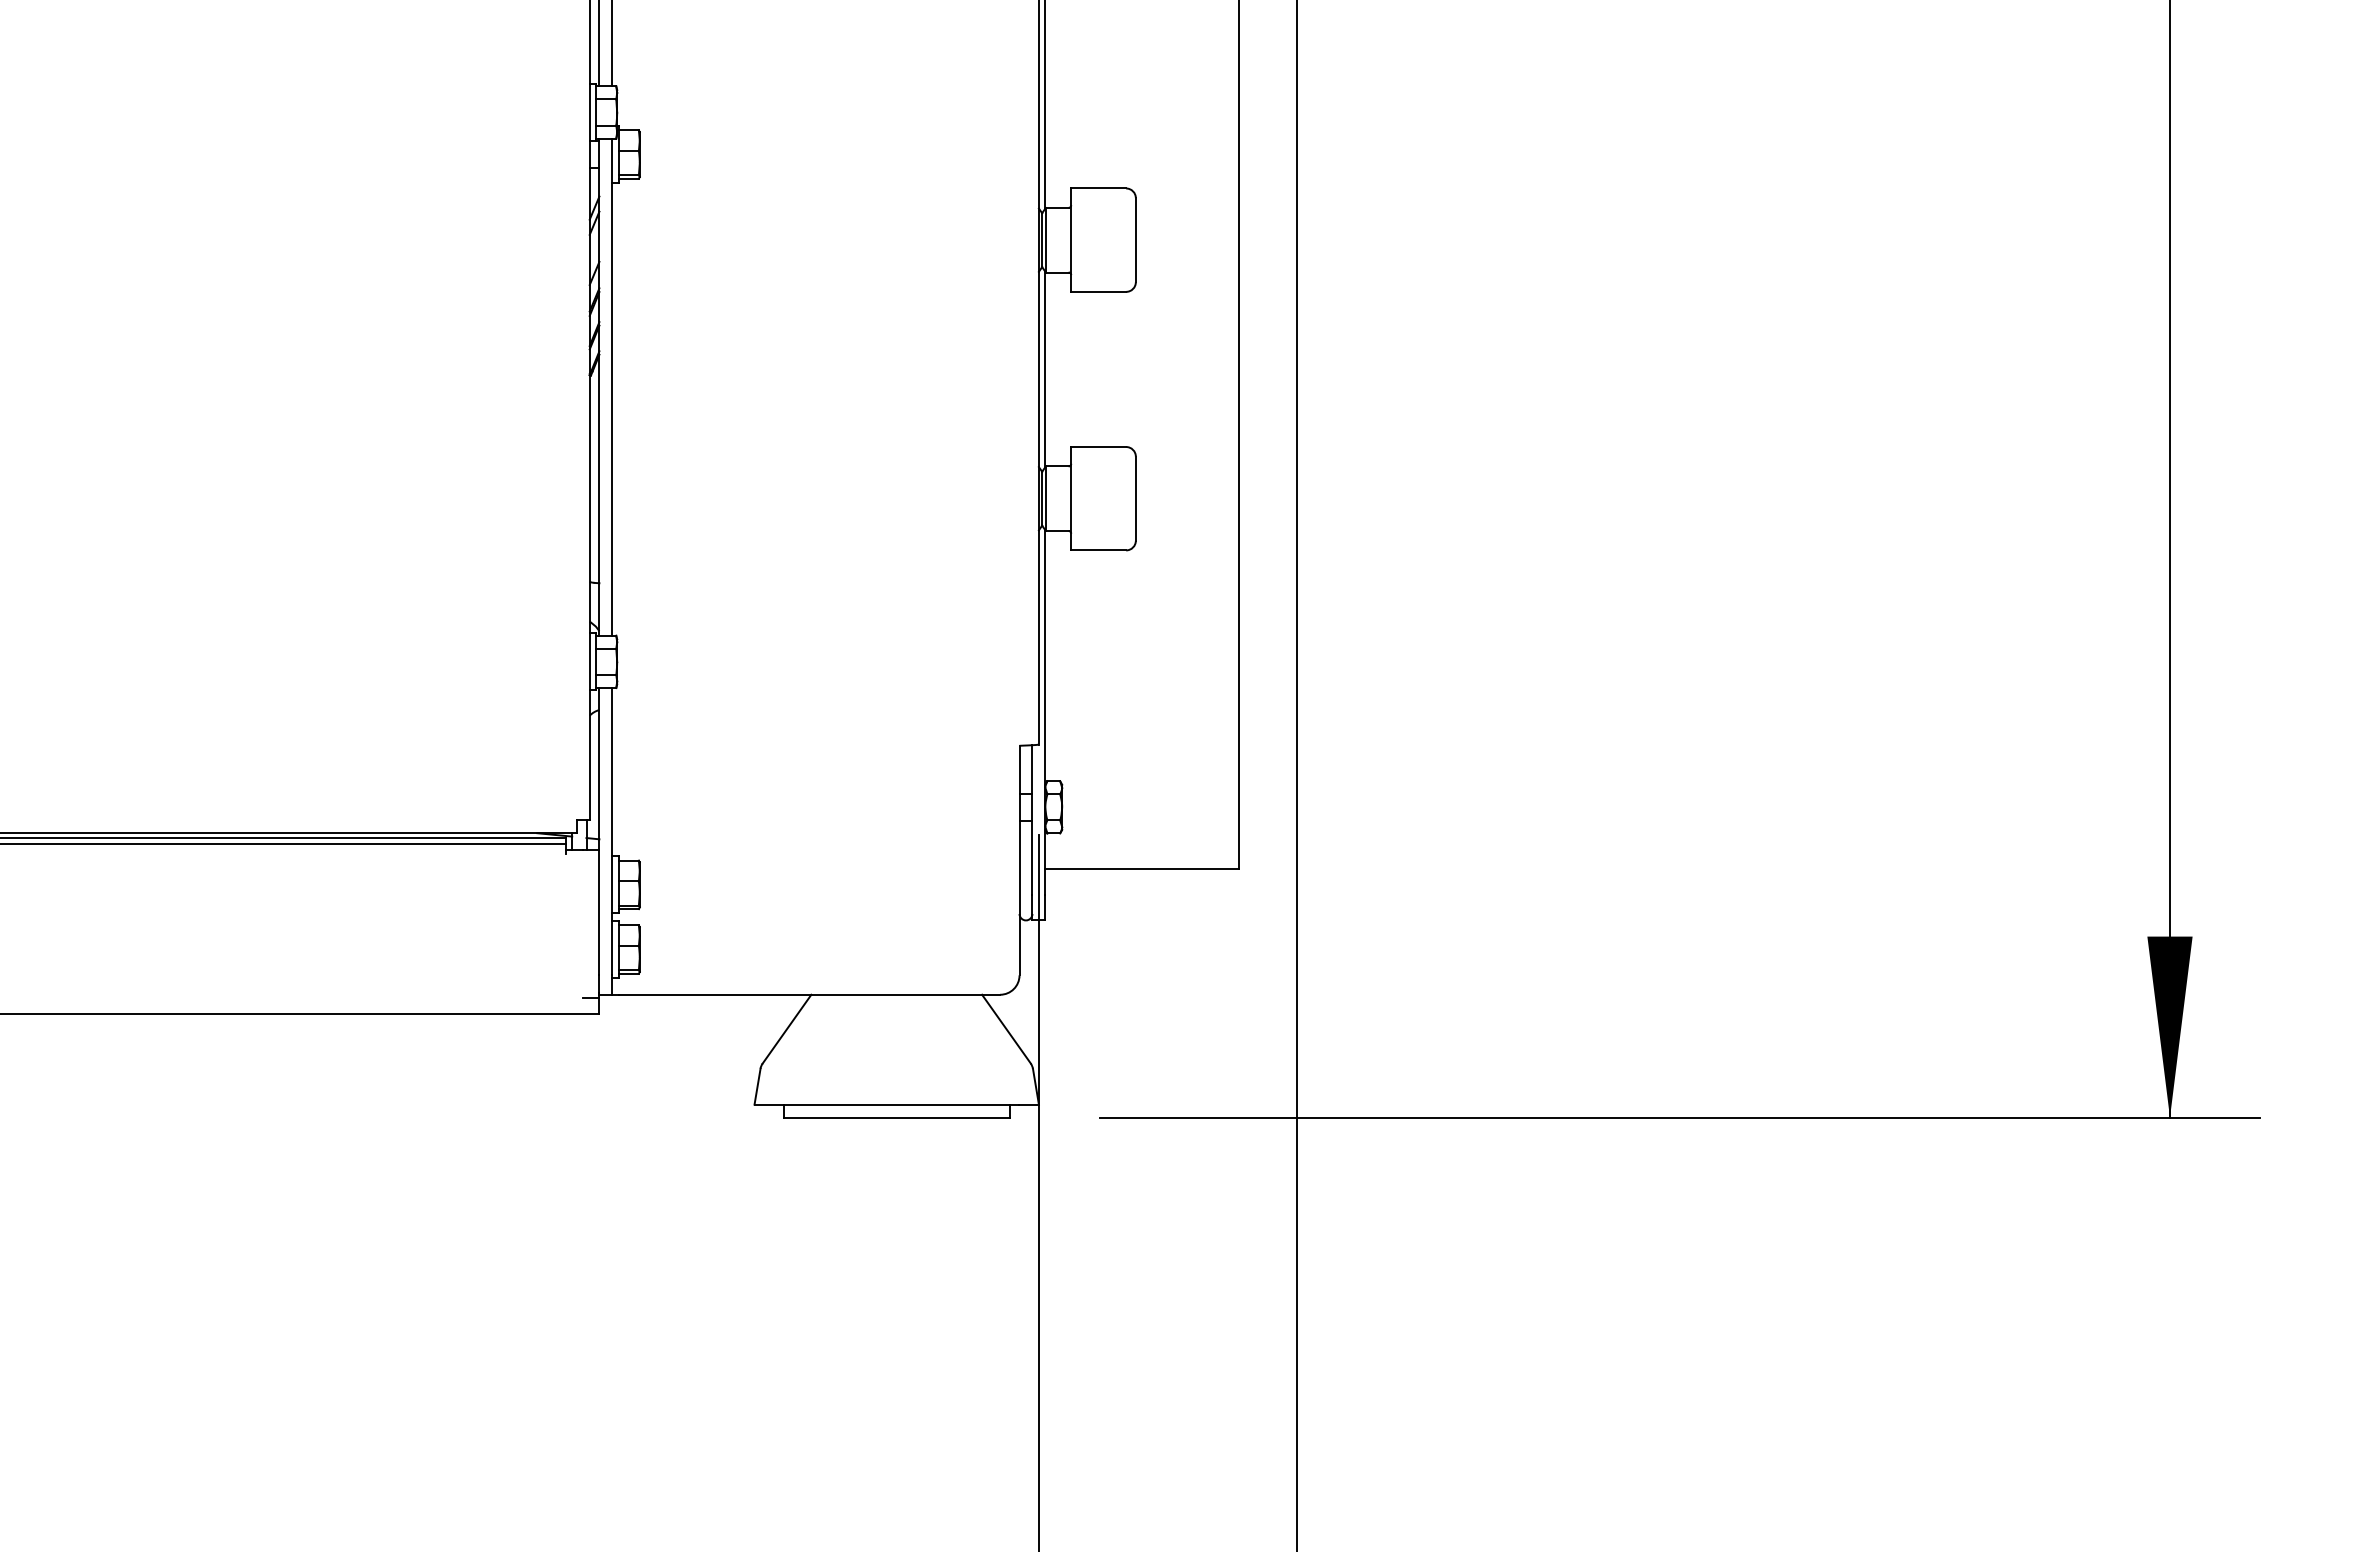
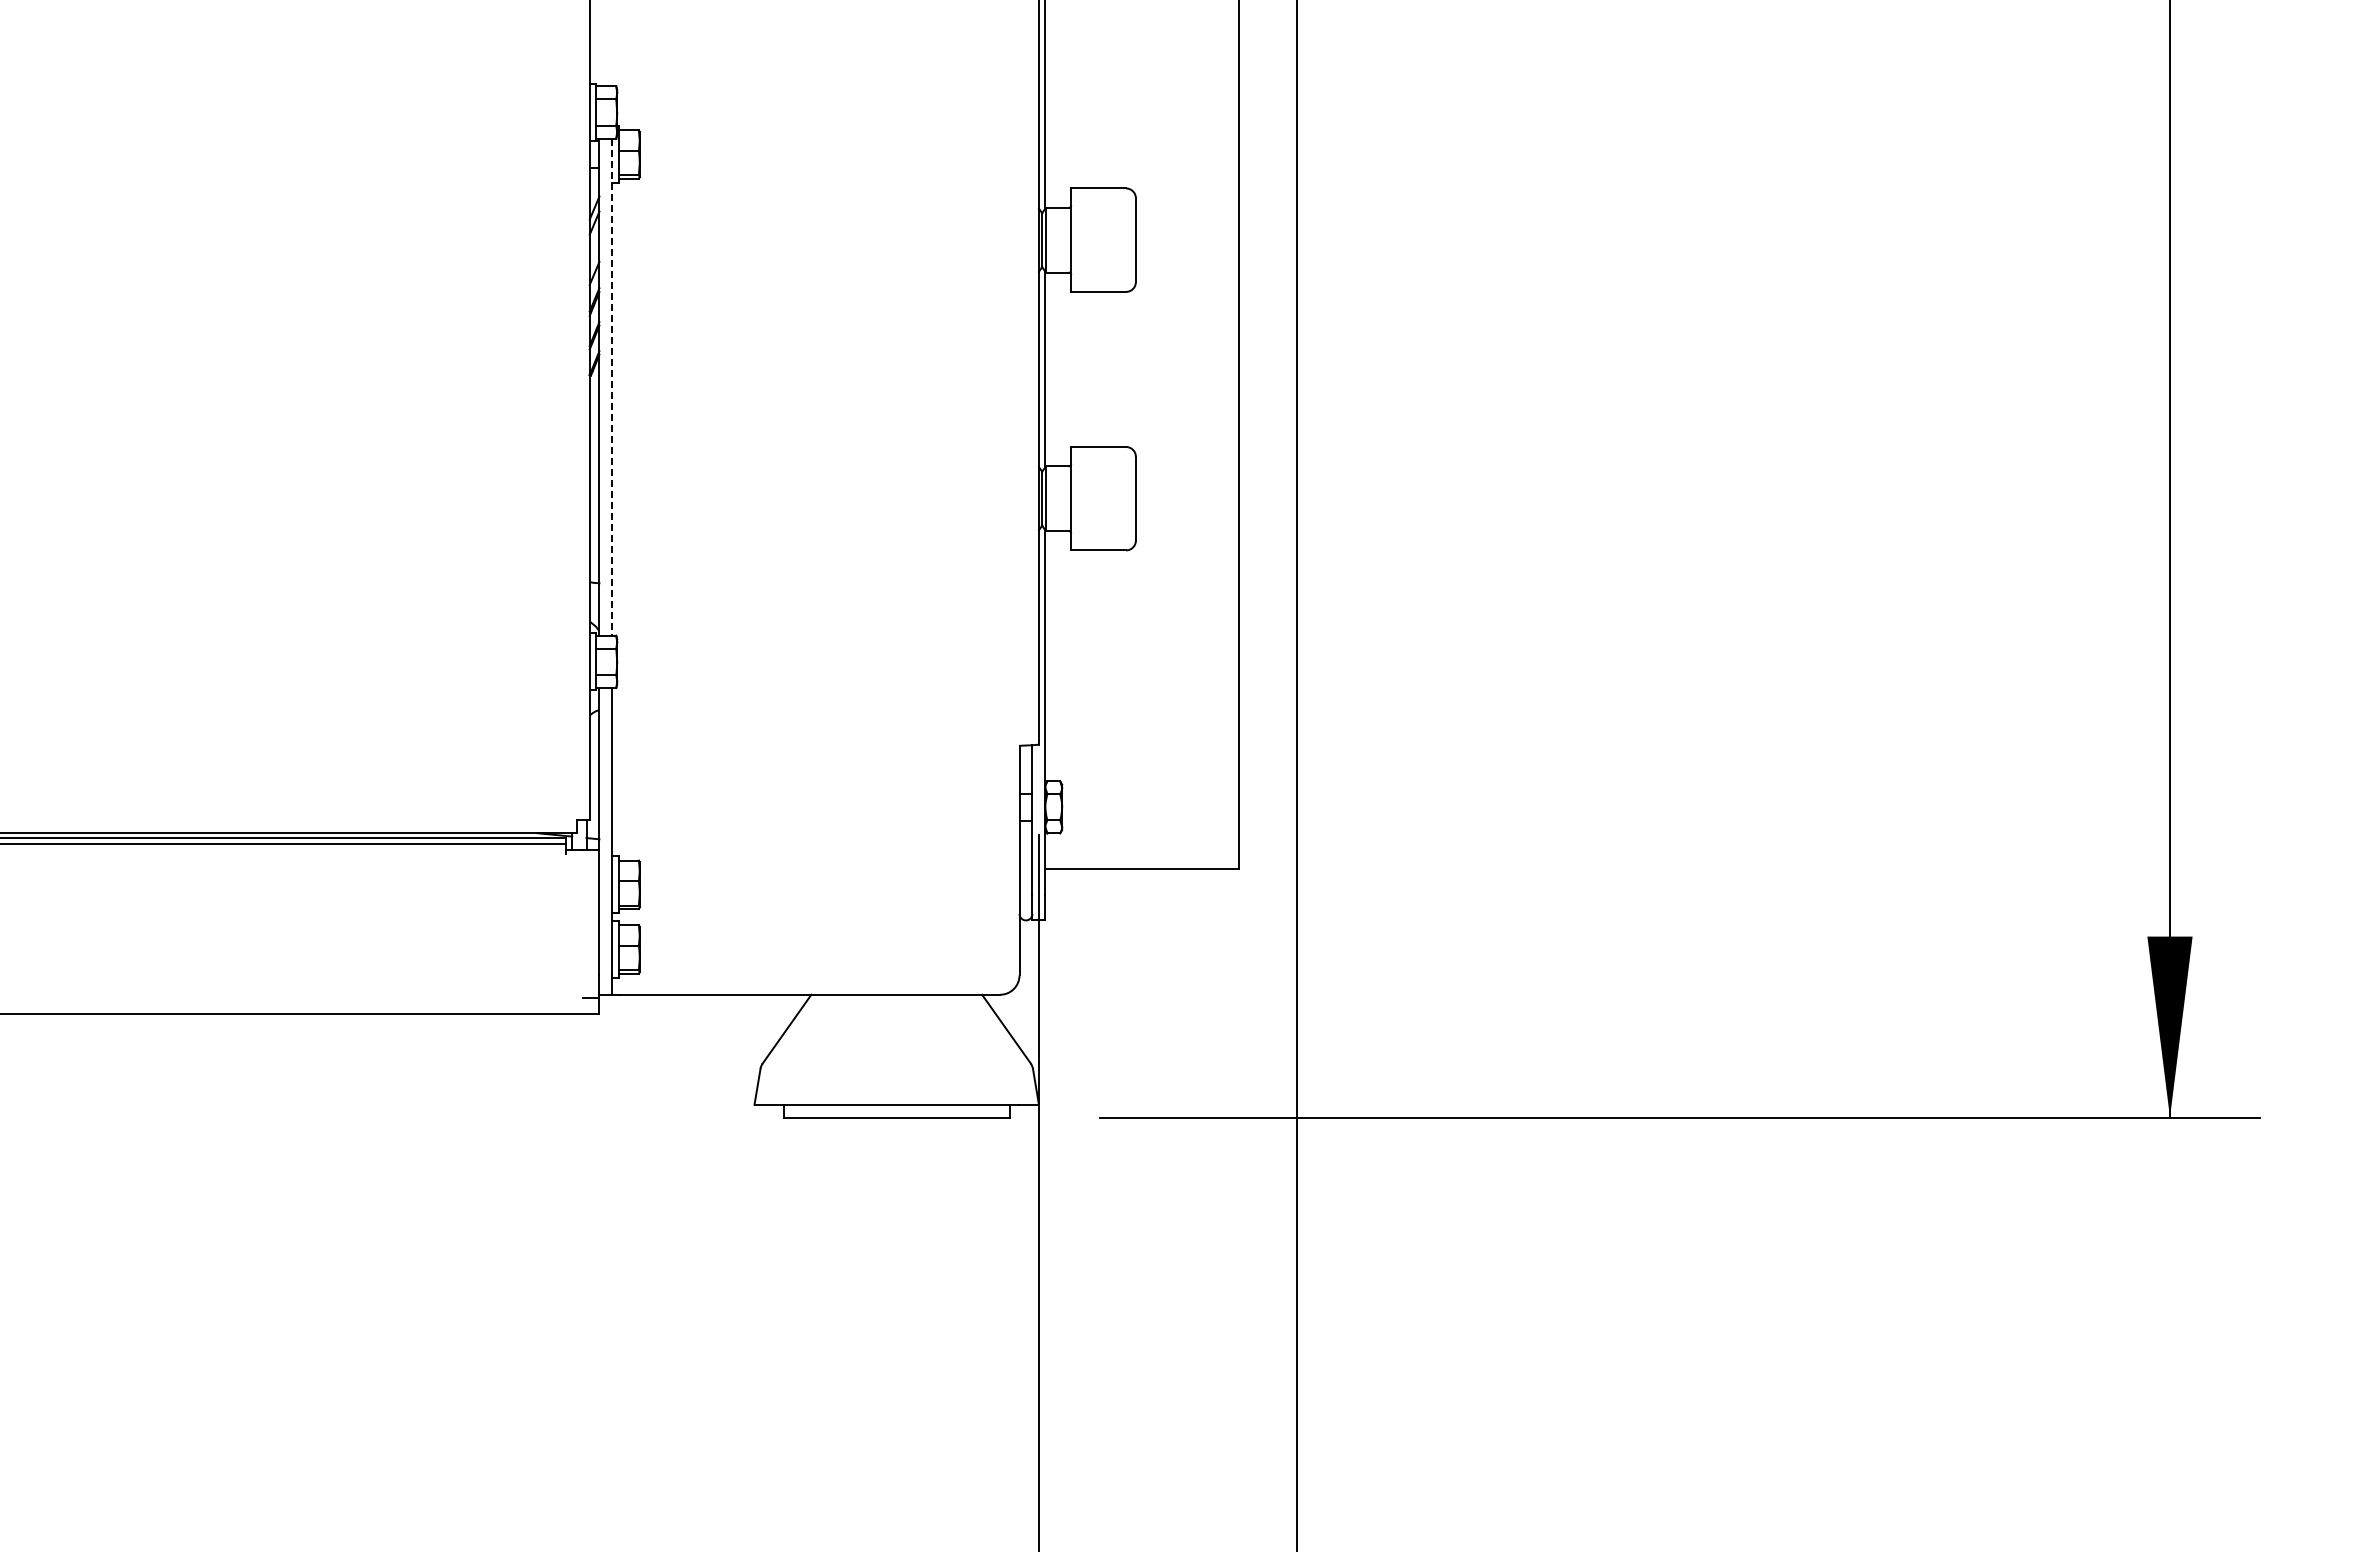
line at (599, 44): present -> none
line at (612, 44): present -> none
line at (612, 387): solid -> dashed
